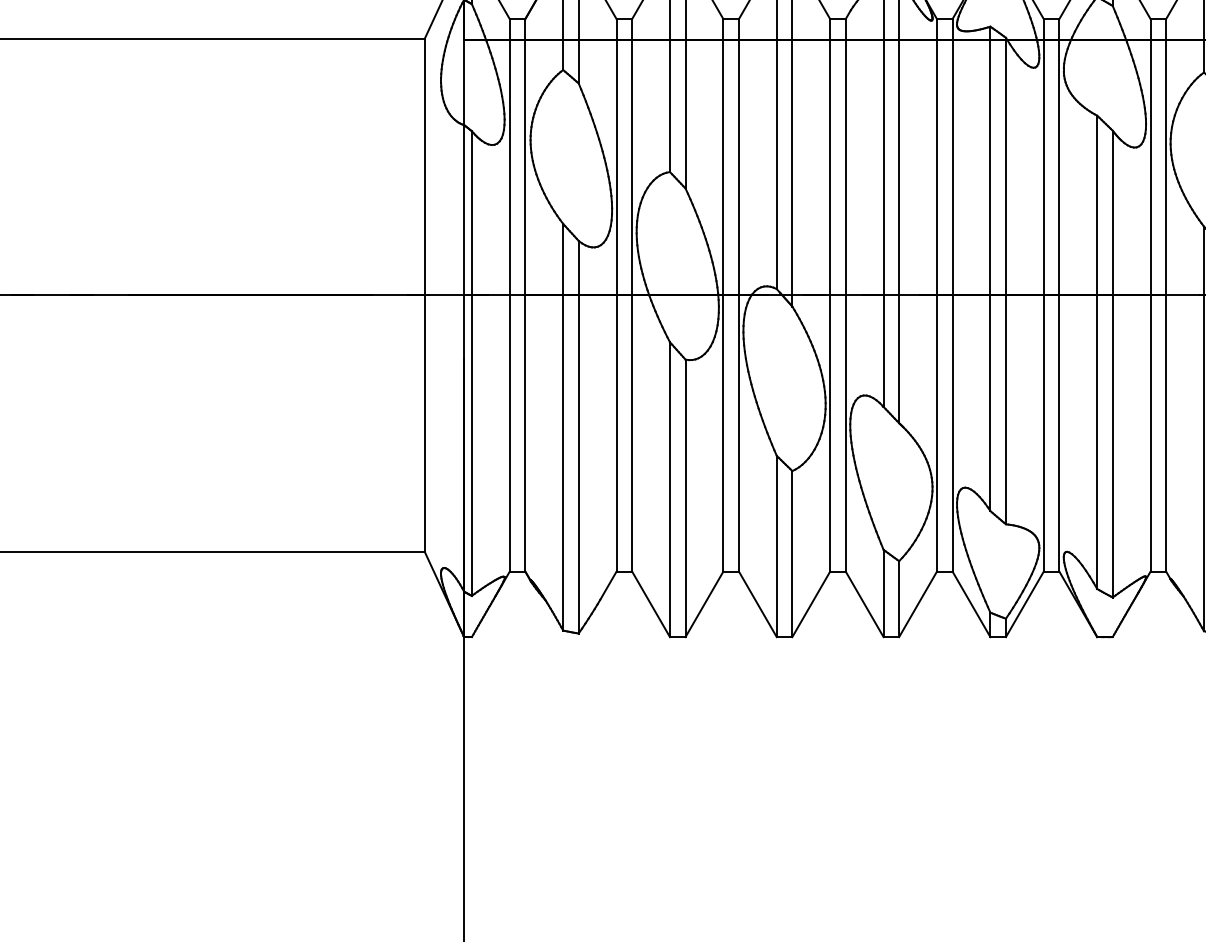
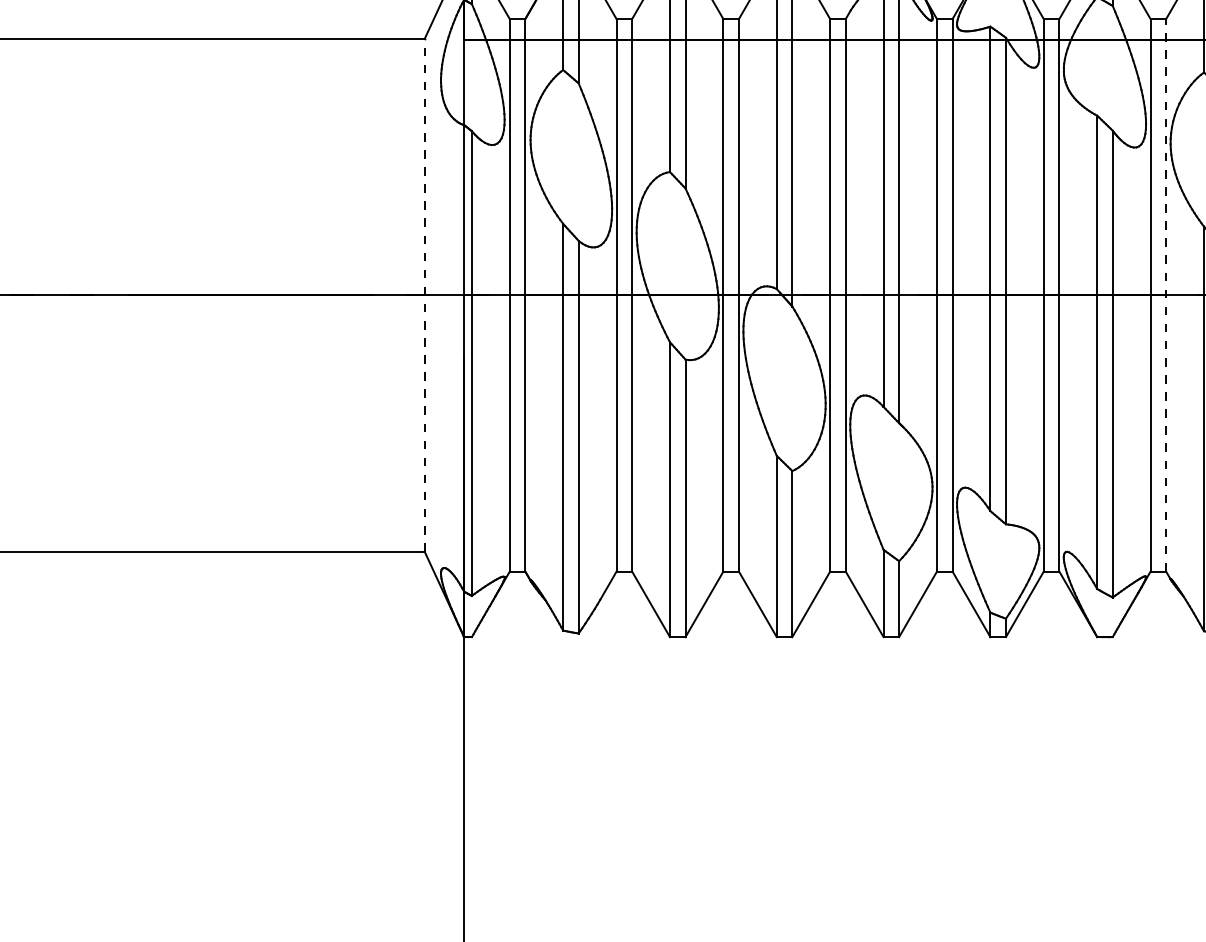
line at (424, 294): solid -> dashed
line at (1166, 294): solid -> dashed
